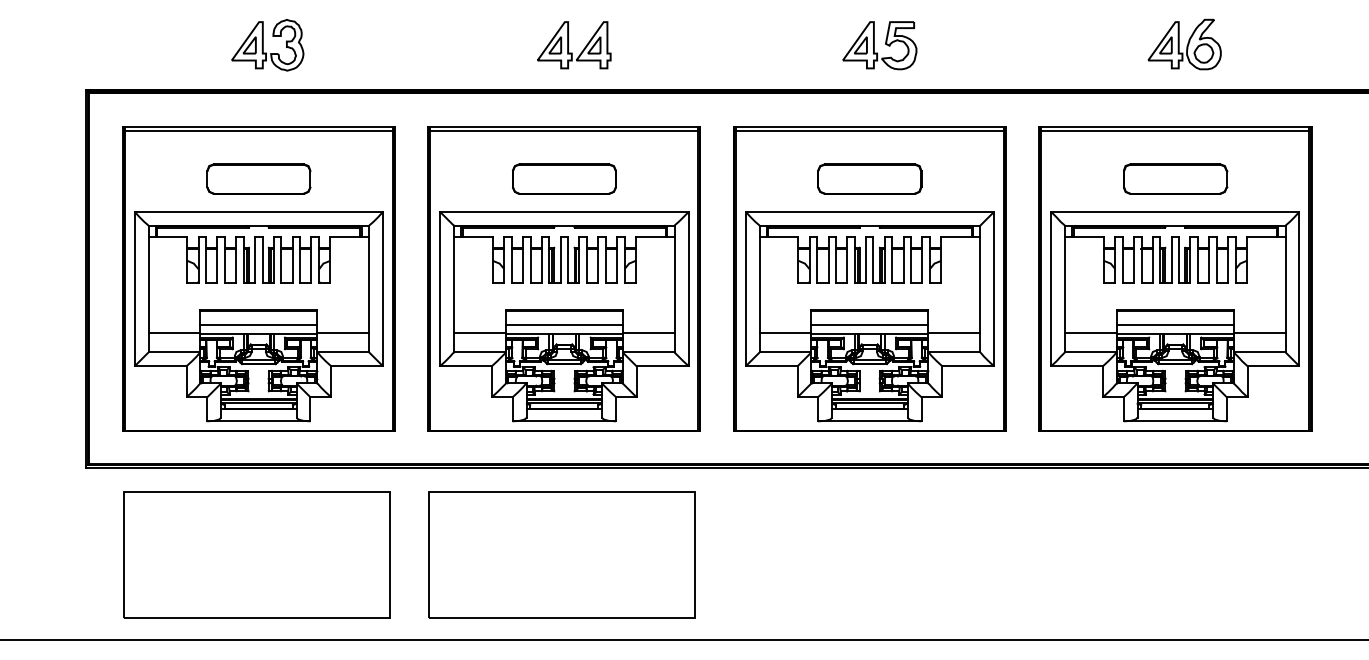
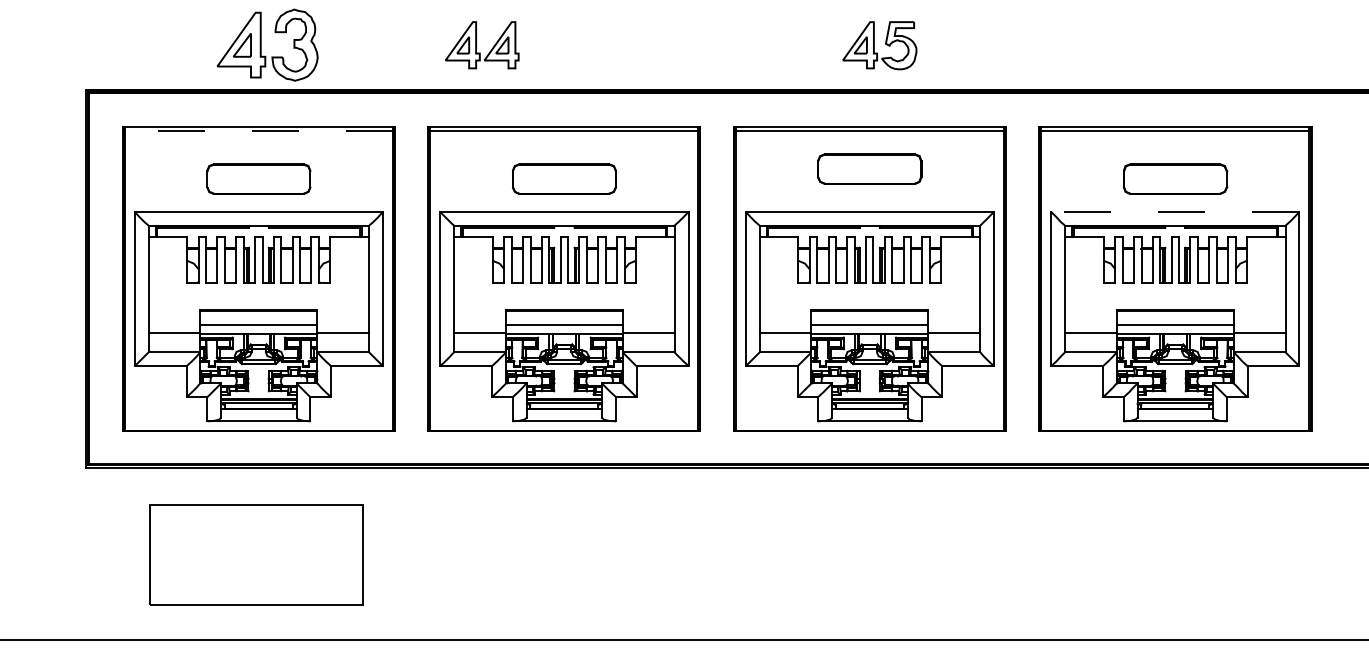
part at (1184, 44): present -> none
part at (267, 45) size: 74x53 px -> 103x74 px
part at (574, 45) position: (574, 45) -> (482, 45)
line at (258, 131): solid -> dashed
part at (869, 178) position: (869, 178) -> (869, 168)
line at (1174, 211): solid -> dashed
part at (256, 554) size: 268x128 px -> 215x102 px
part at (561, 554): present -> none
